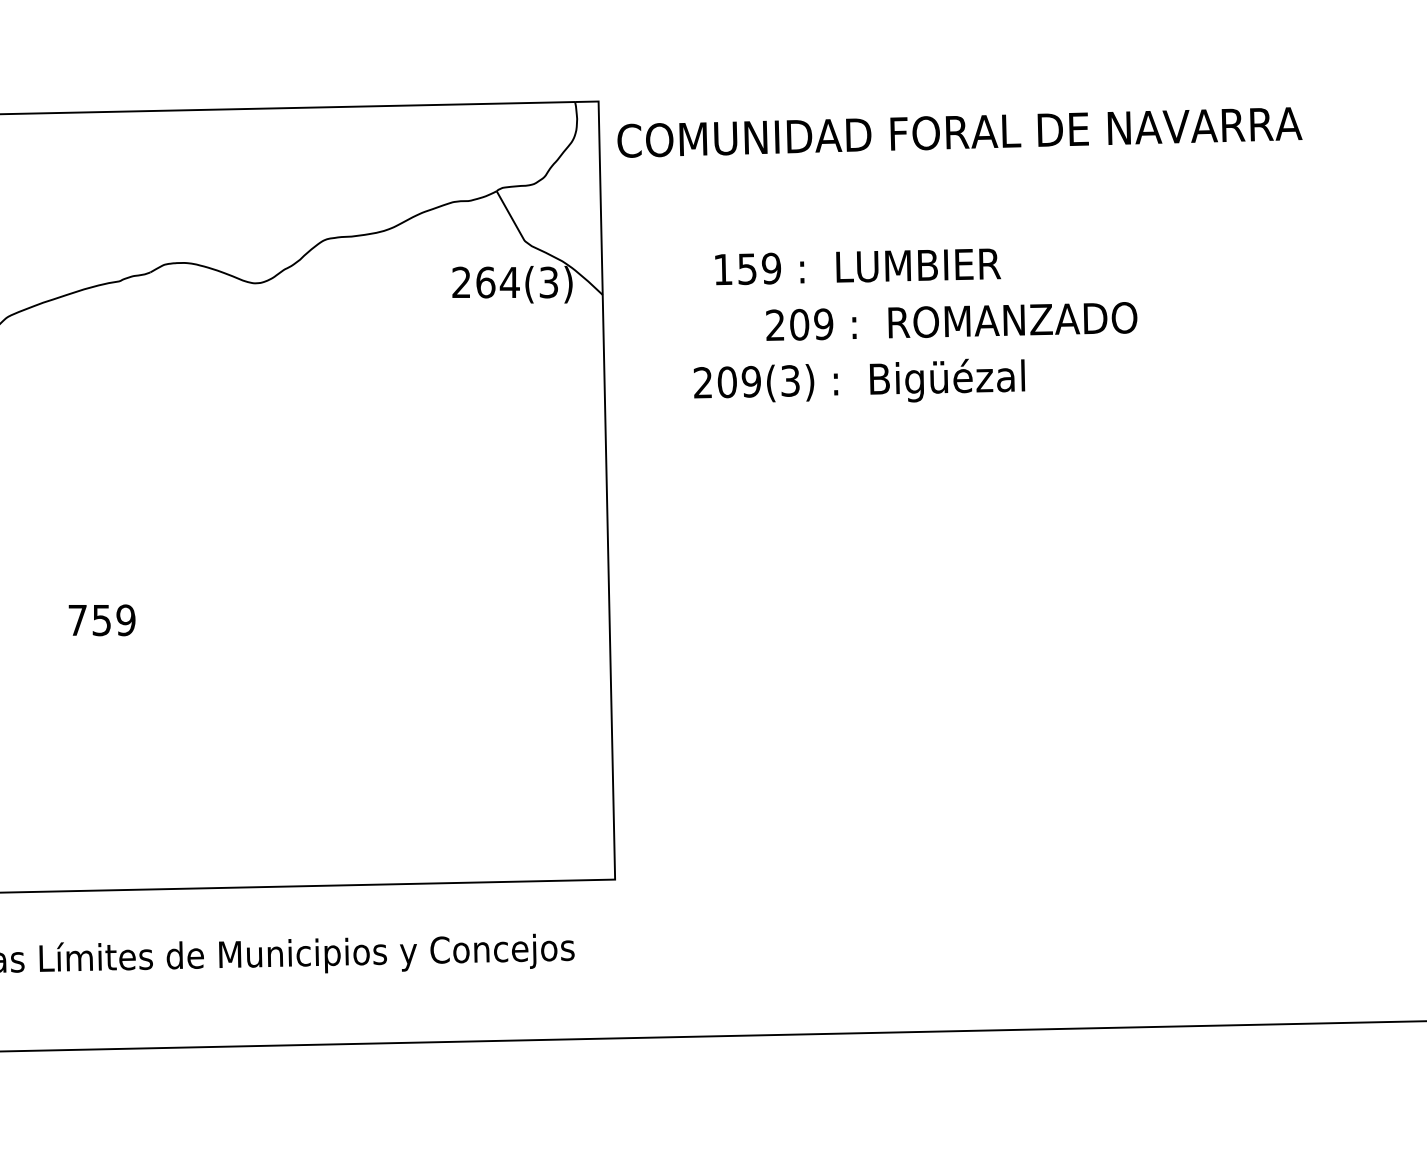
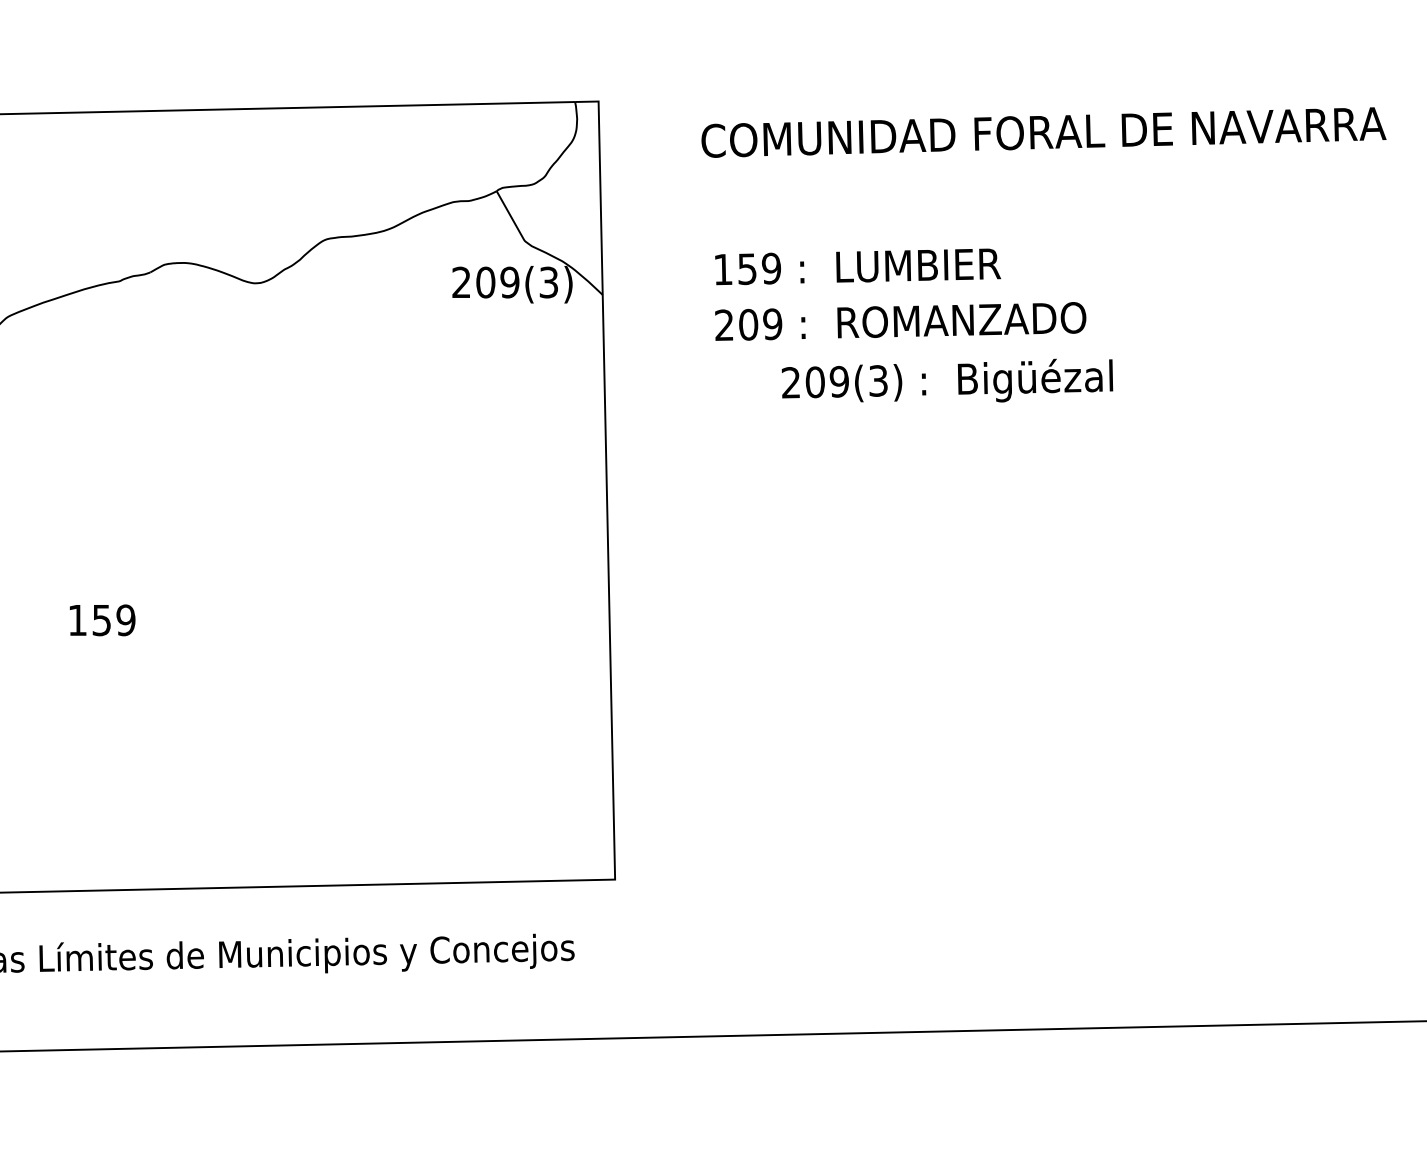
text at (959, 132) position: (959, 132) -> (1043, 132)
text at (497, 282): 264(3) -> 209(3)
text at (951, 321) position: (951, 321) -> (900, 321)
text at (859, 380) position: (859, 380) -> (947, 380)
text at (77, 620): 759 -> 159
